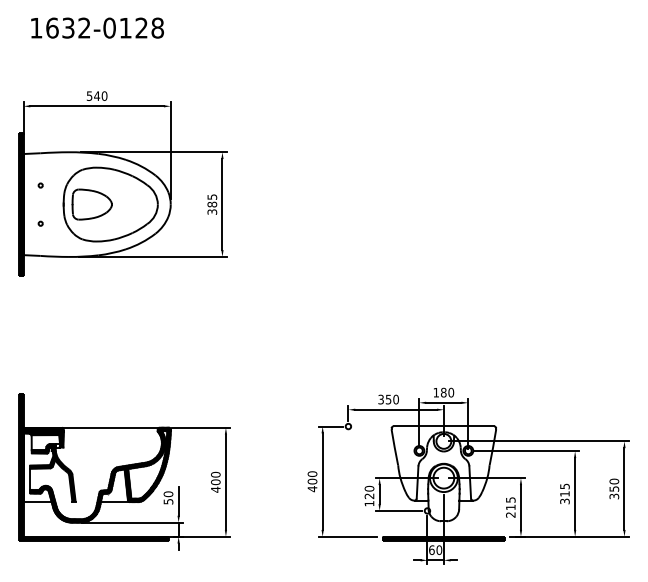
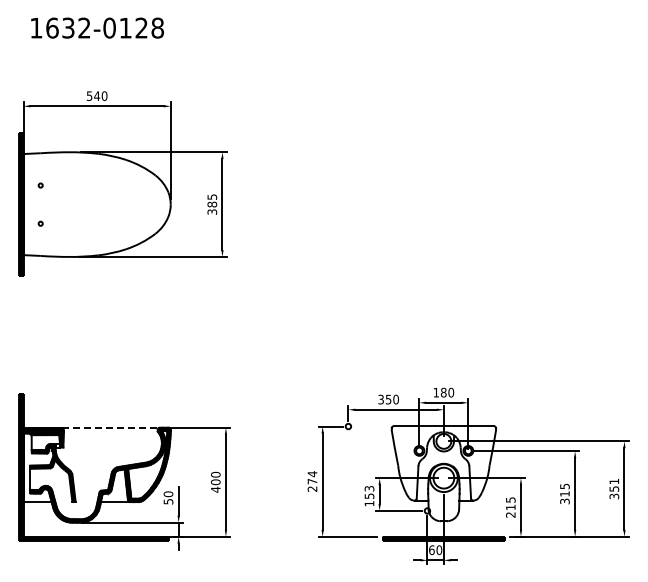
part at (110, 204): present -> none
line at (110, 427): solid -> dashed
text at (312, 481): 400 -> 274
text at (614, 481): 350 -> 351
text at (369, 491): 120 -> 153
